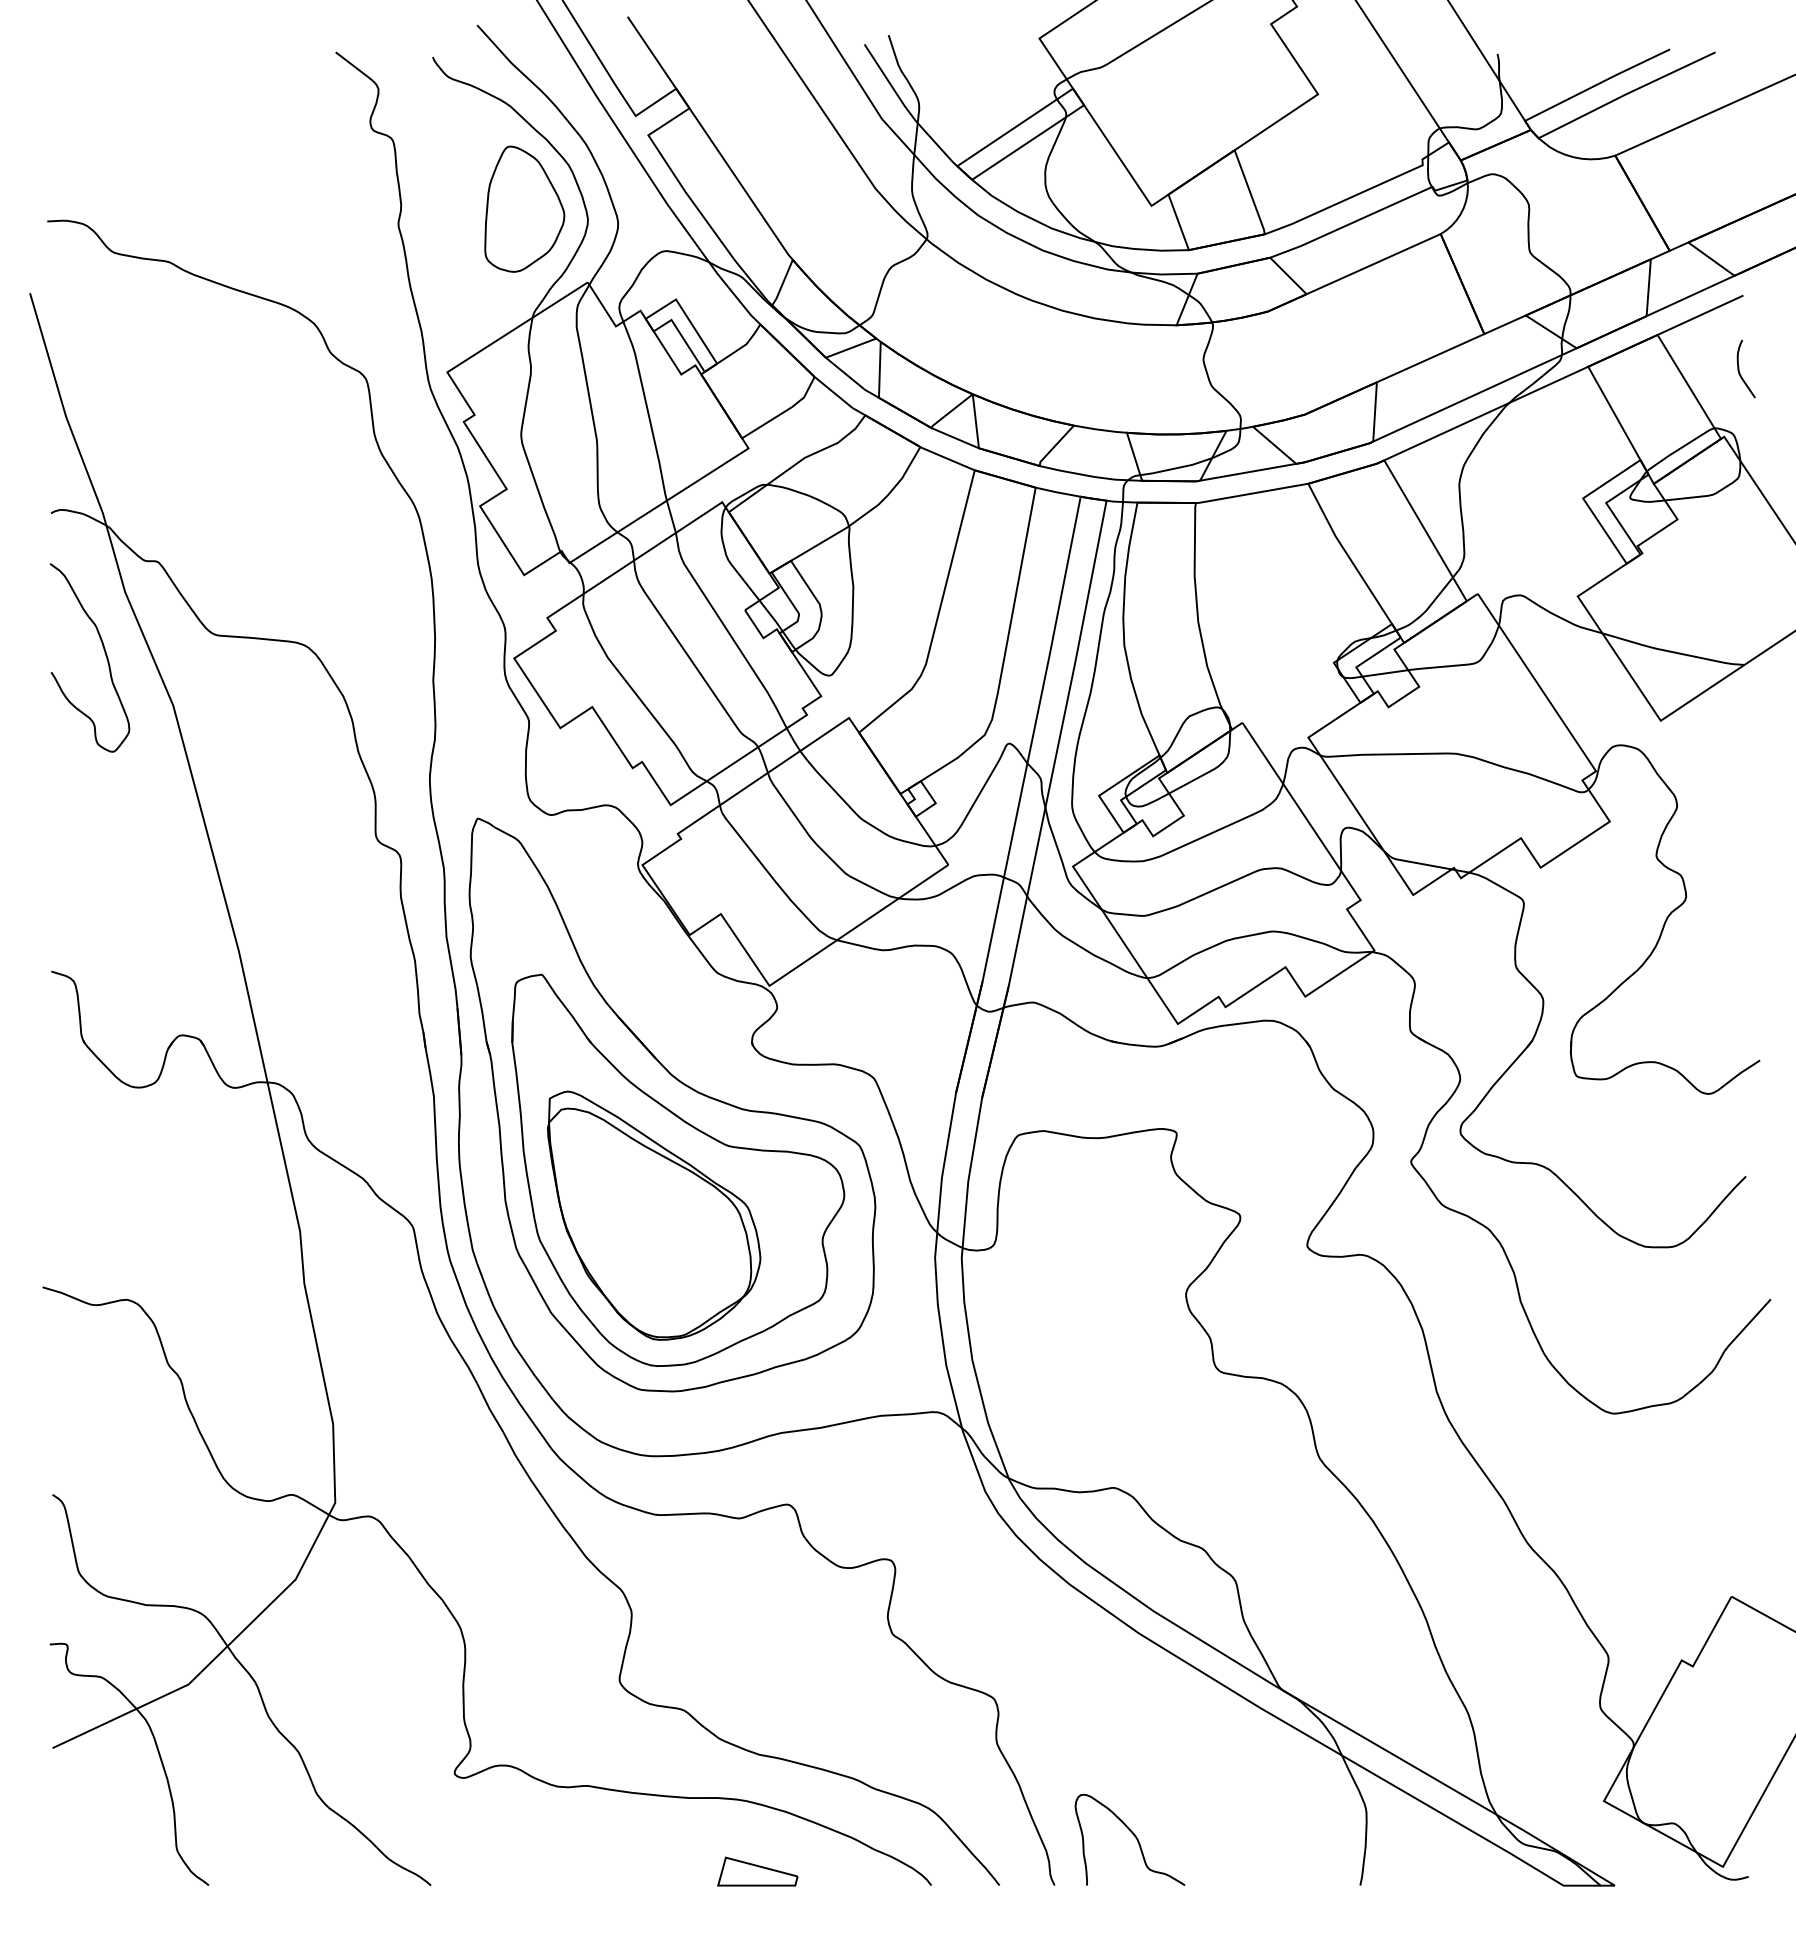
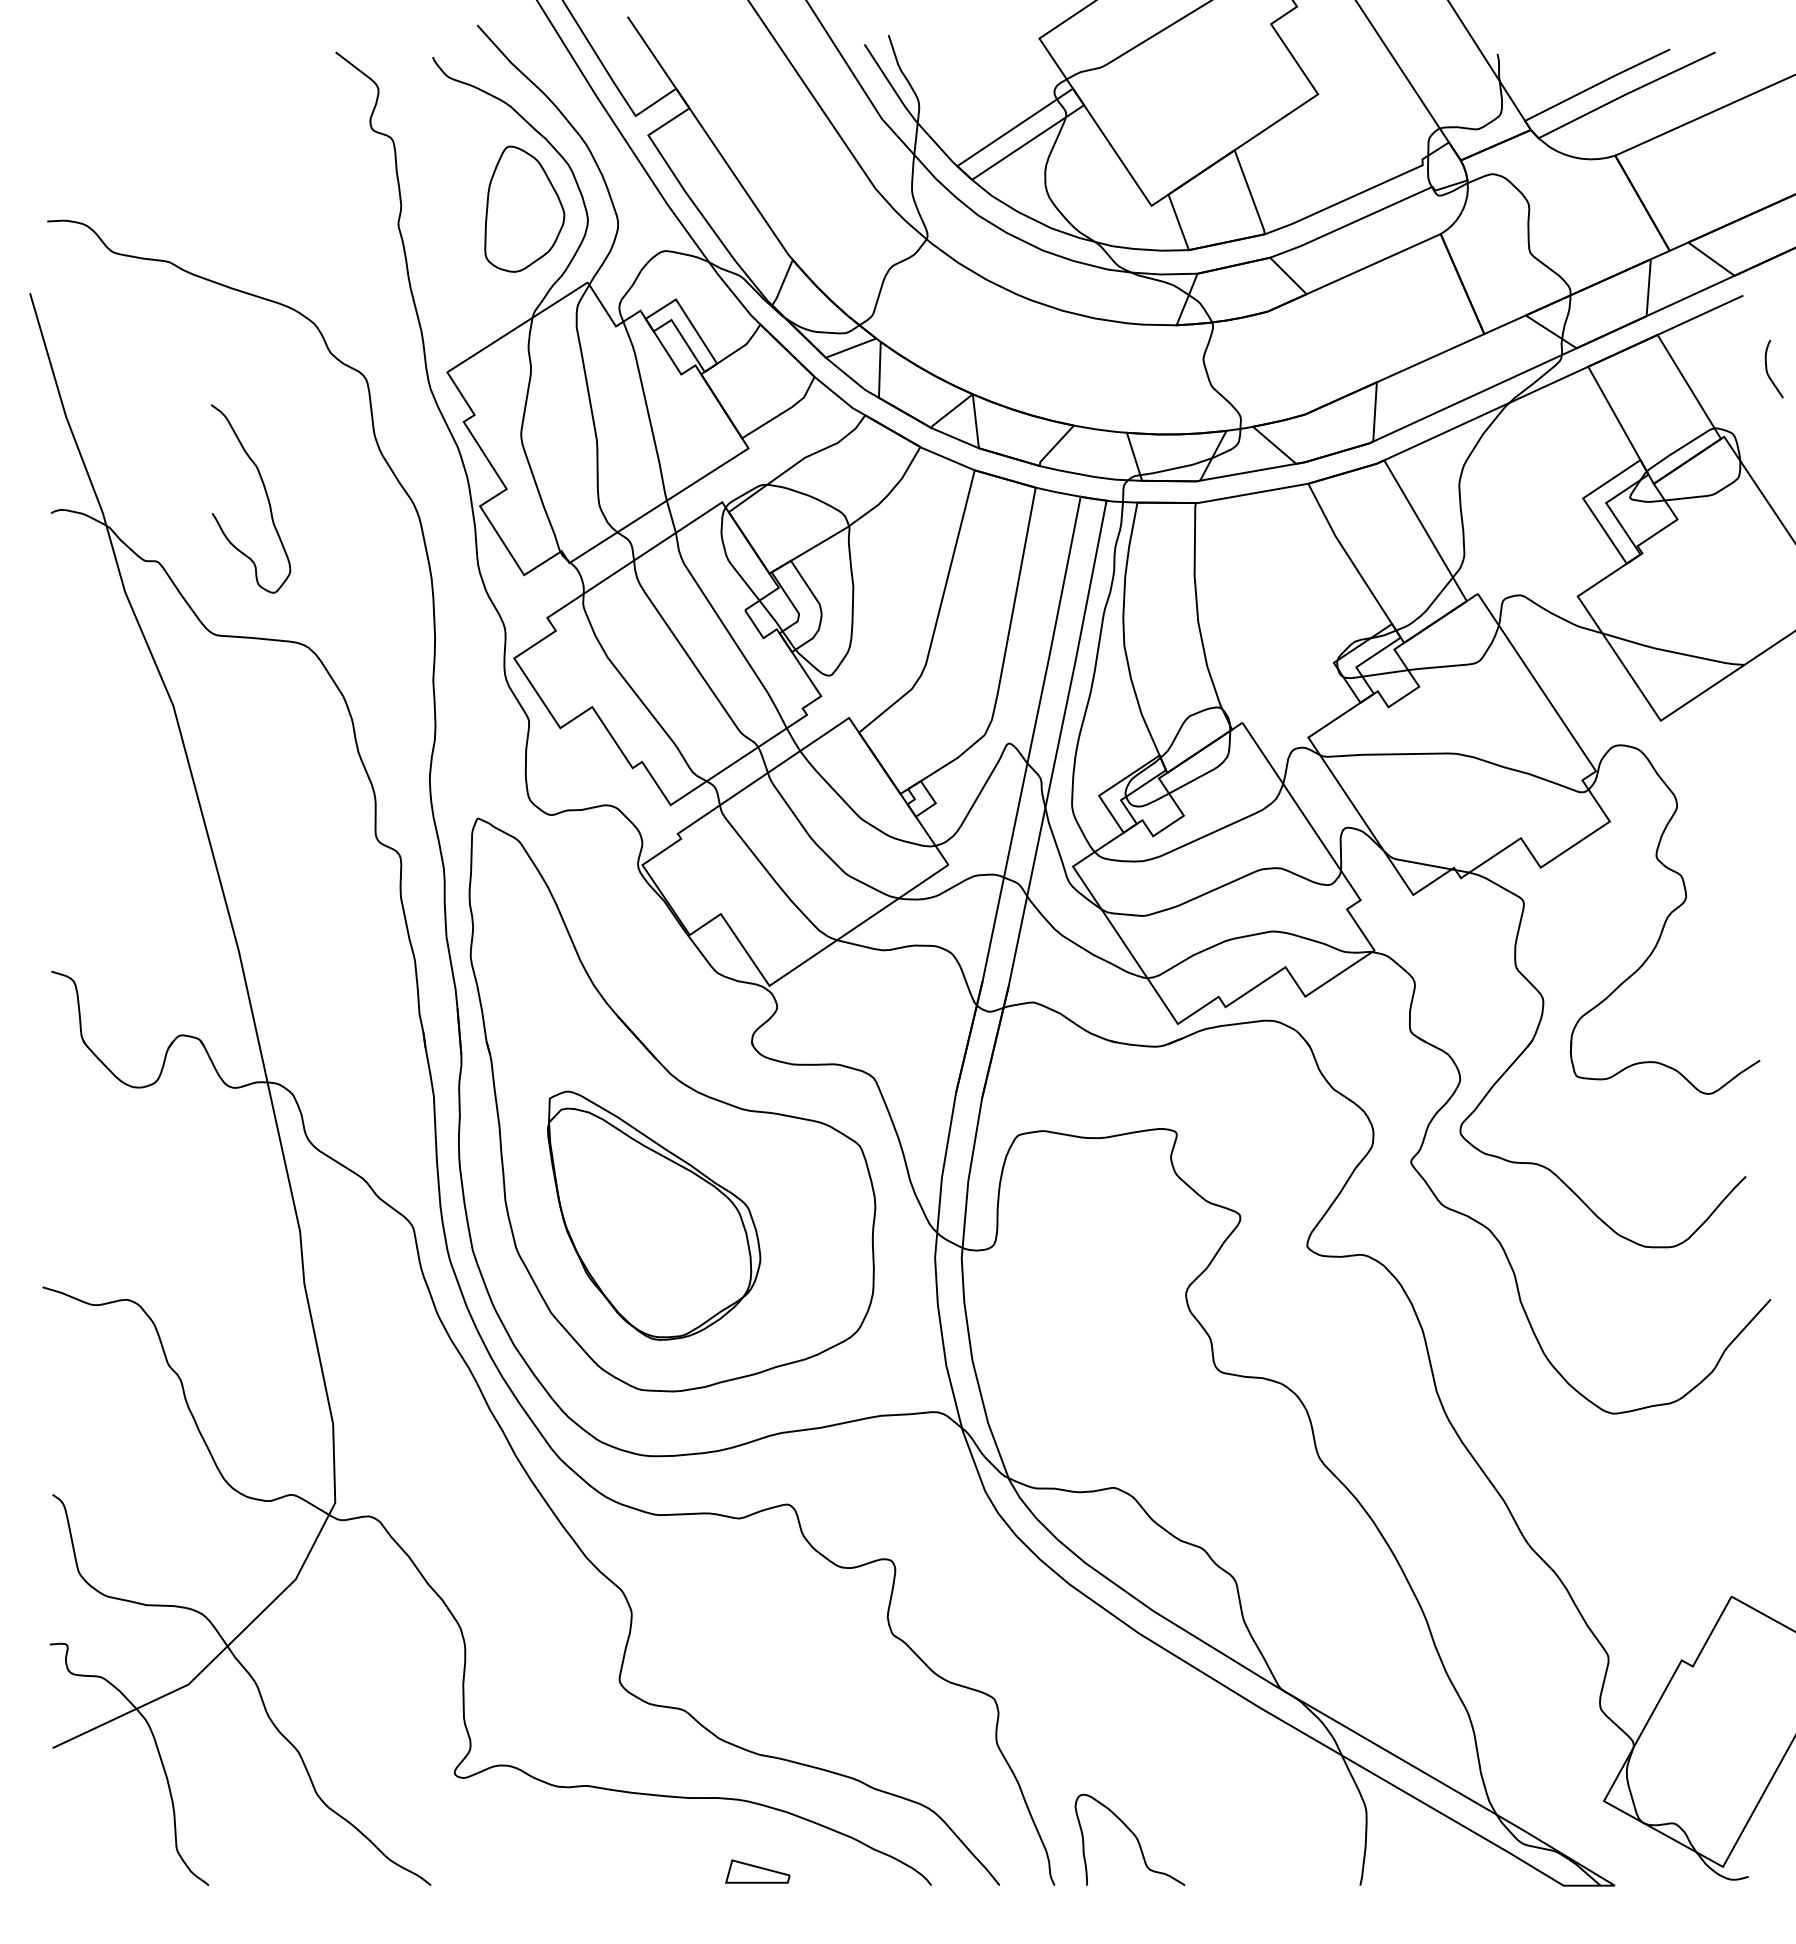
curve at (1739, 369) position: (1739, 369) -> (1767, 369)
curve at (104, 652) position: (104, 652) -> (265, 493)
part at (678, 1169): present -> none
part at (757, 1871) size: 82x31 px -> 66x25 px
